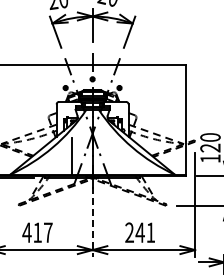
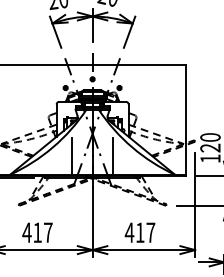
line at (112, 155): none -> present
line at (92, 222): dashed -> solid
text at (139, 232): 241 -> 417
